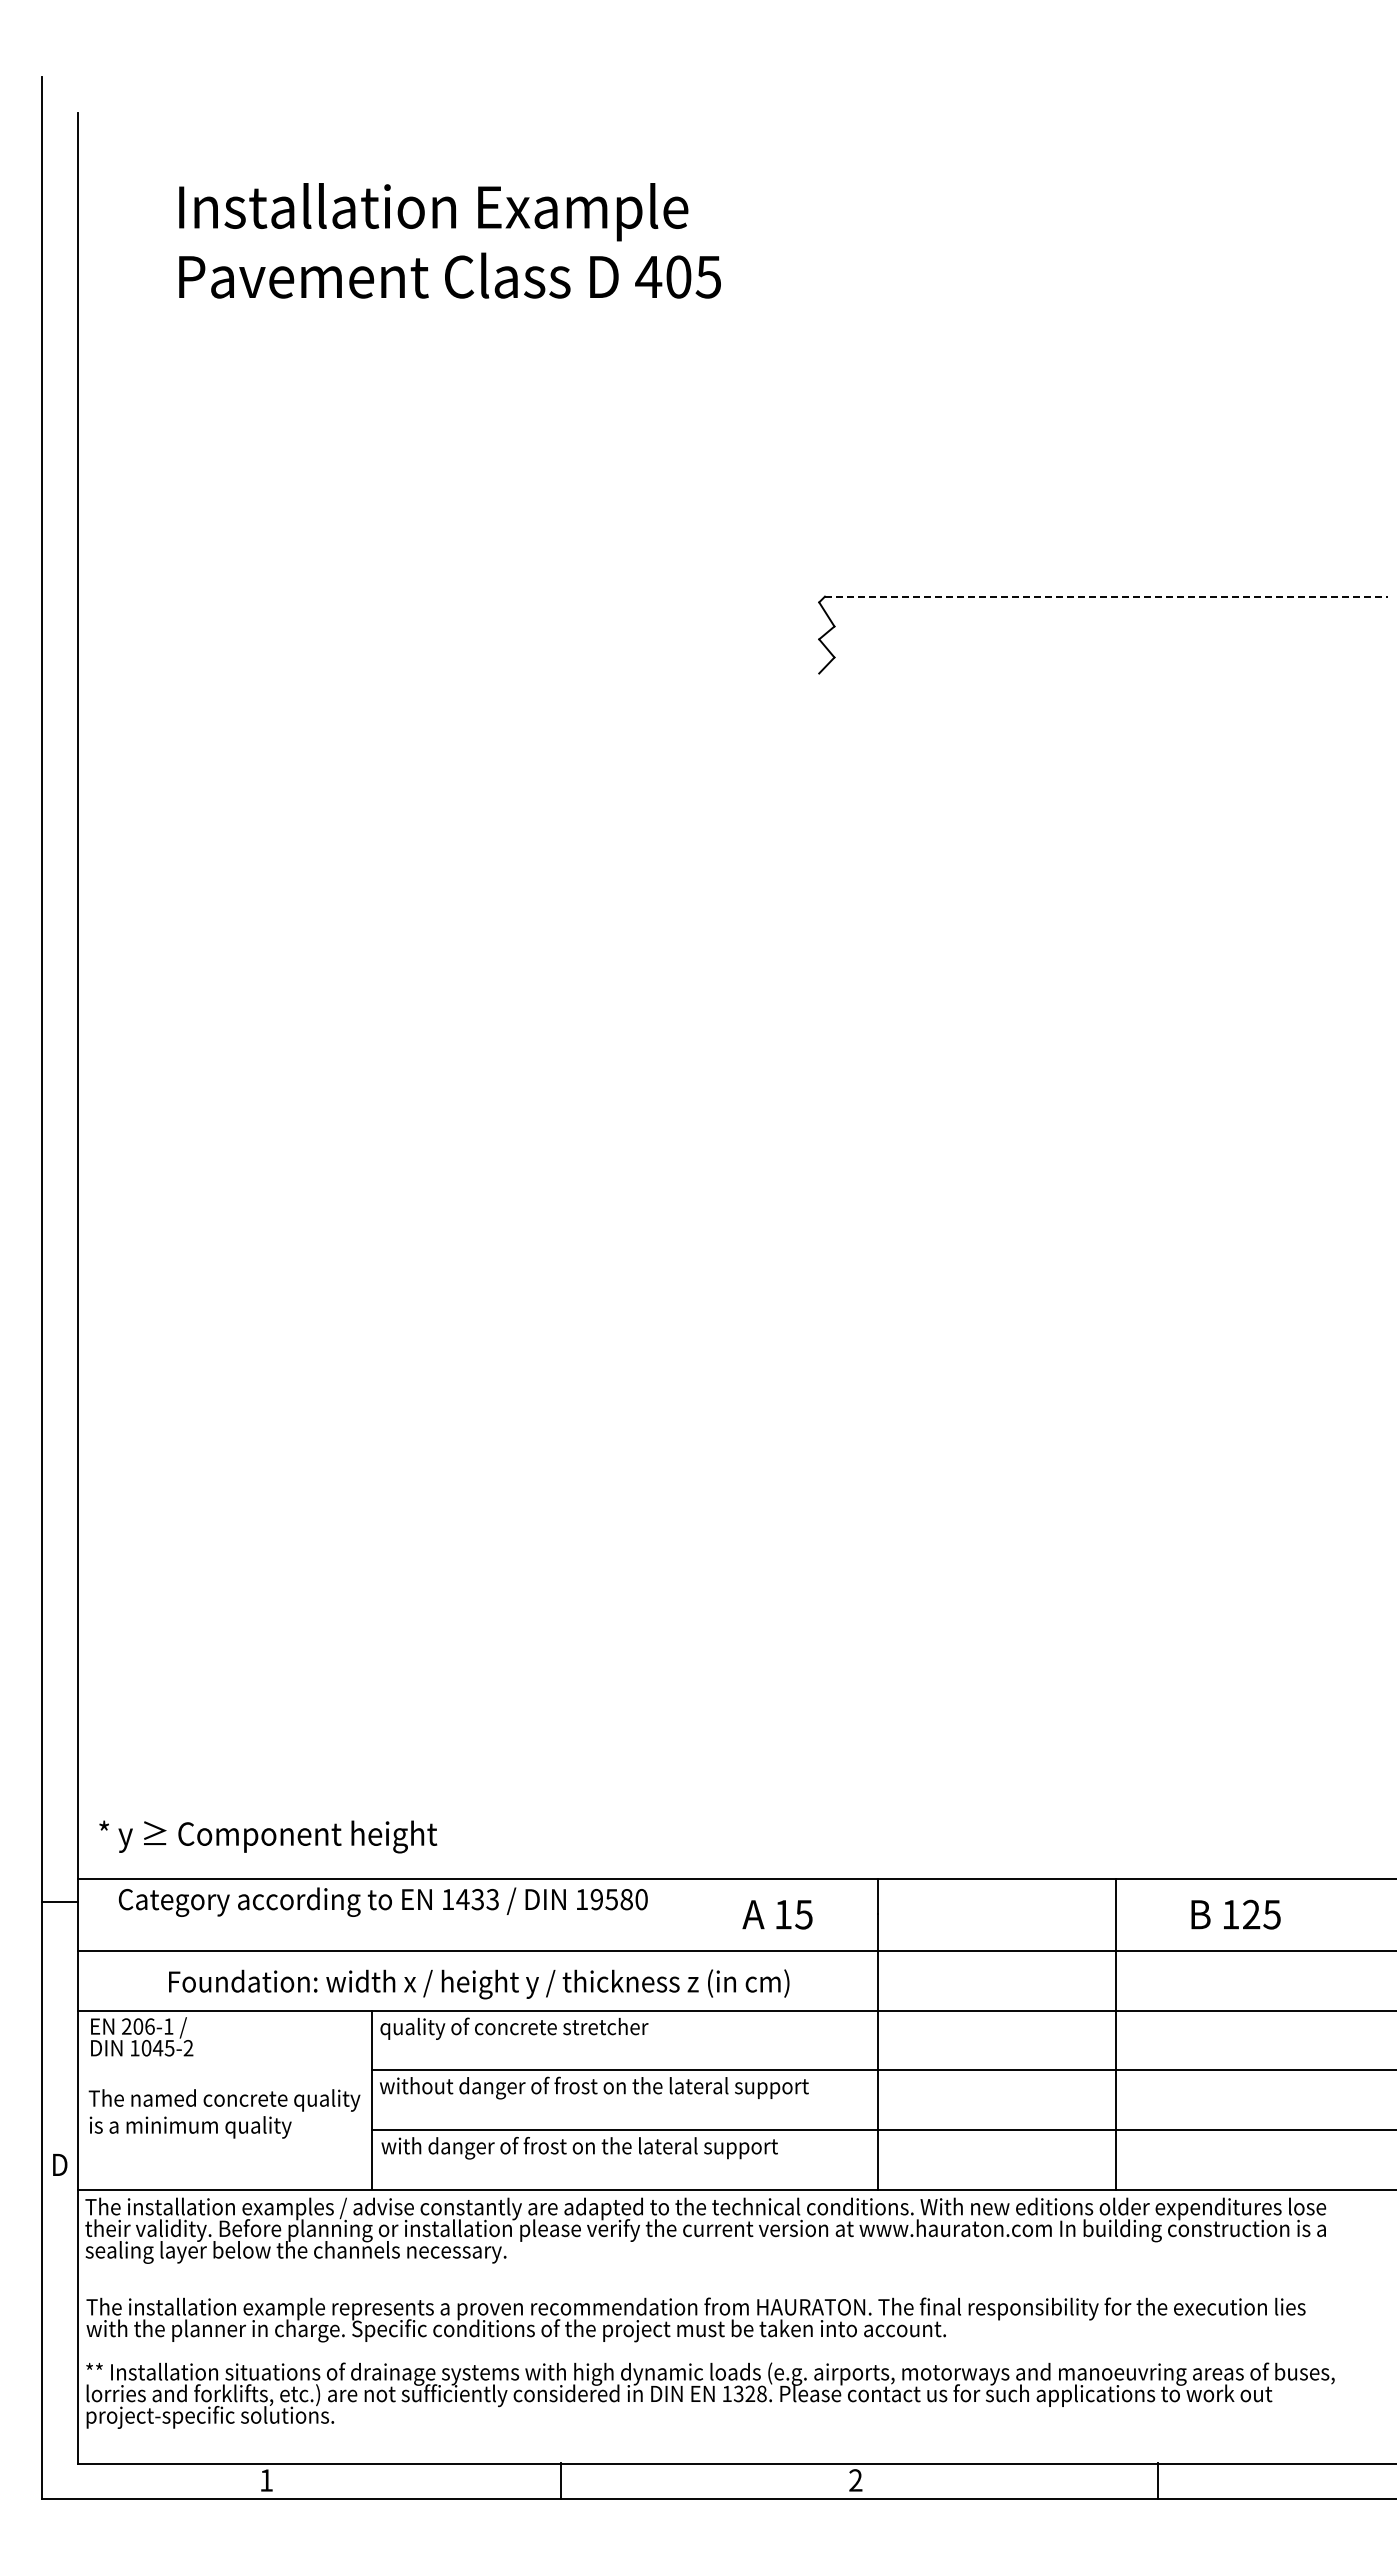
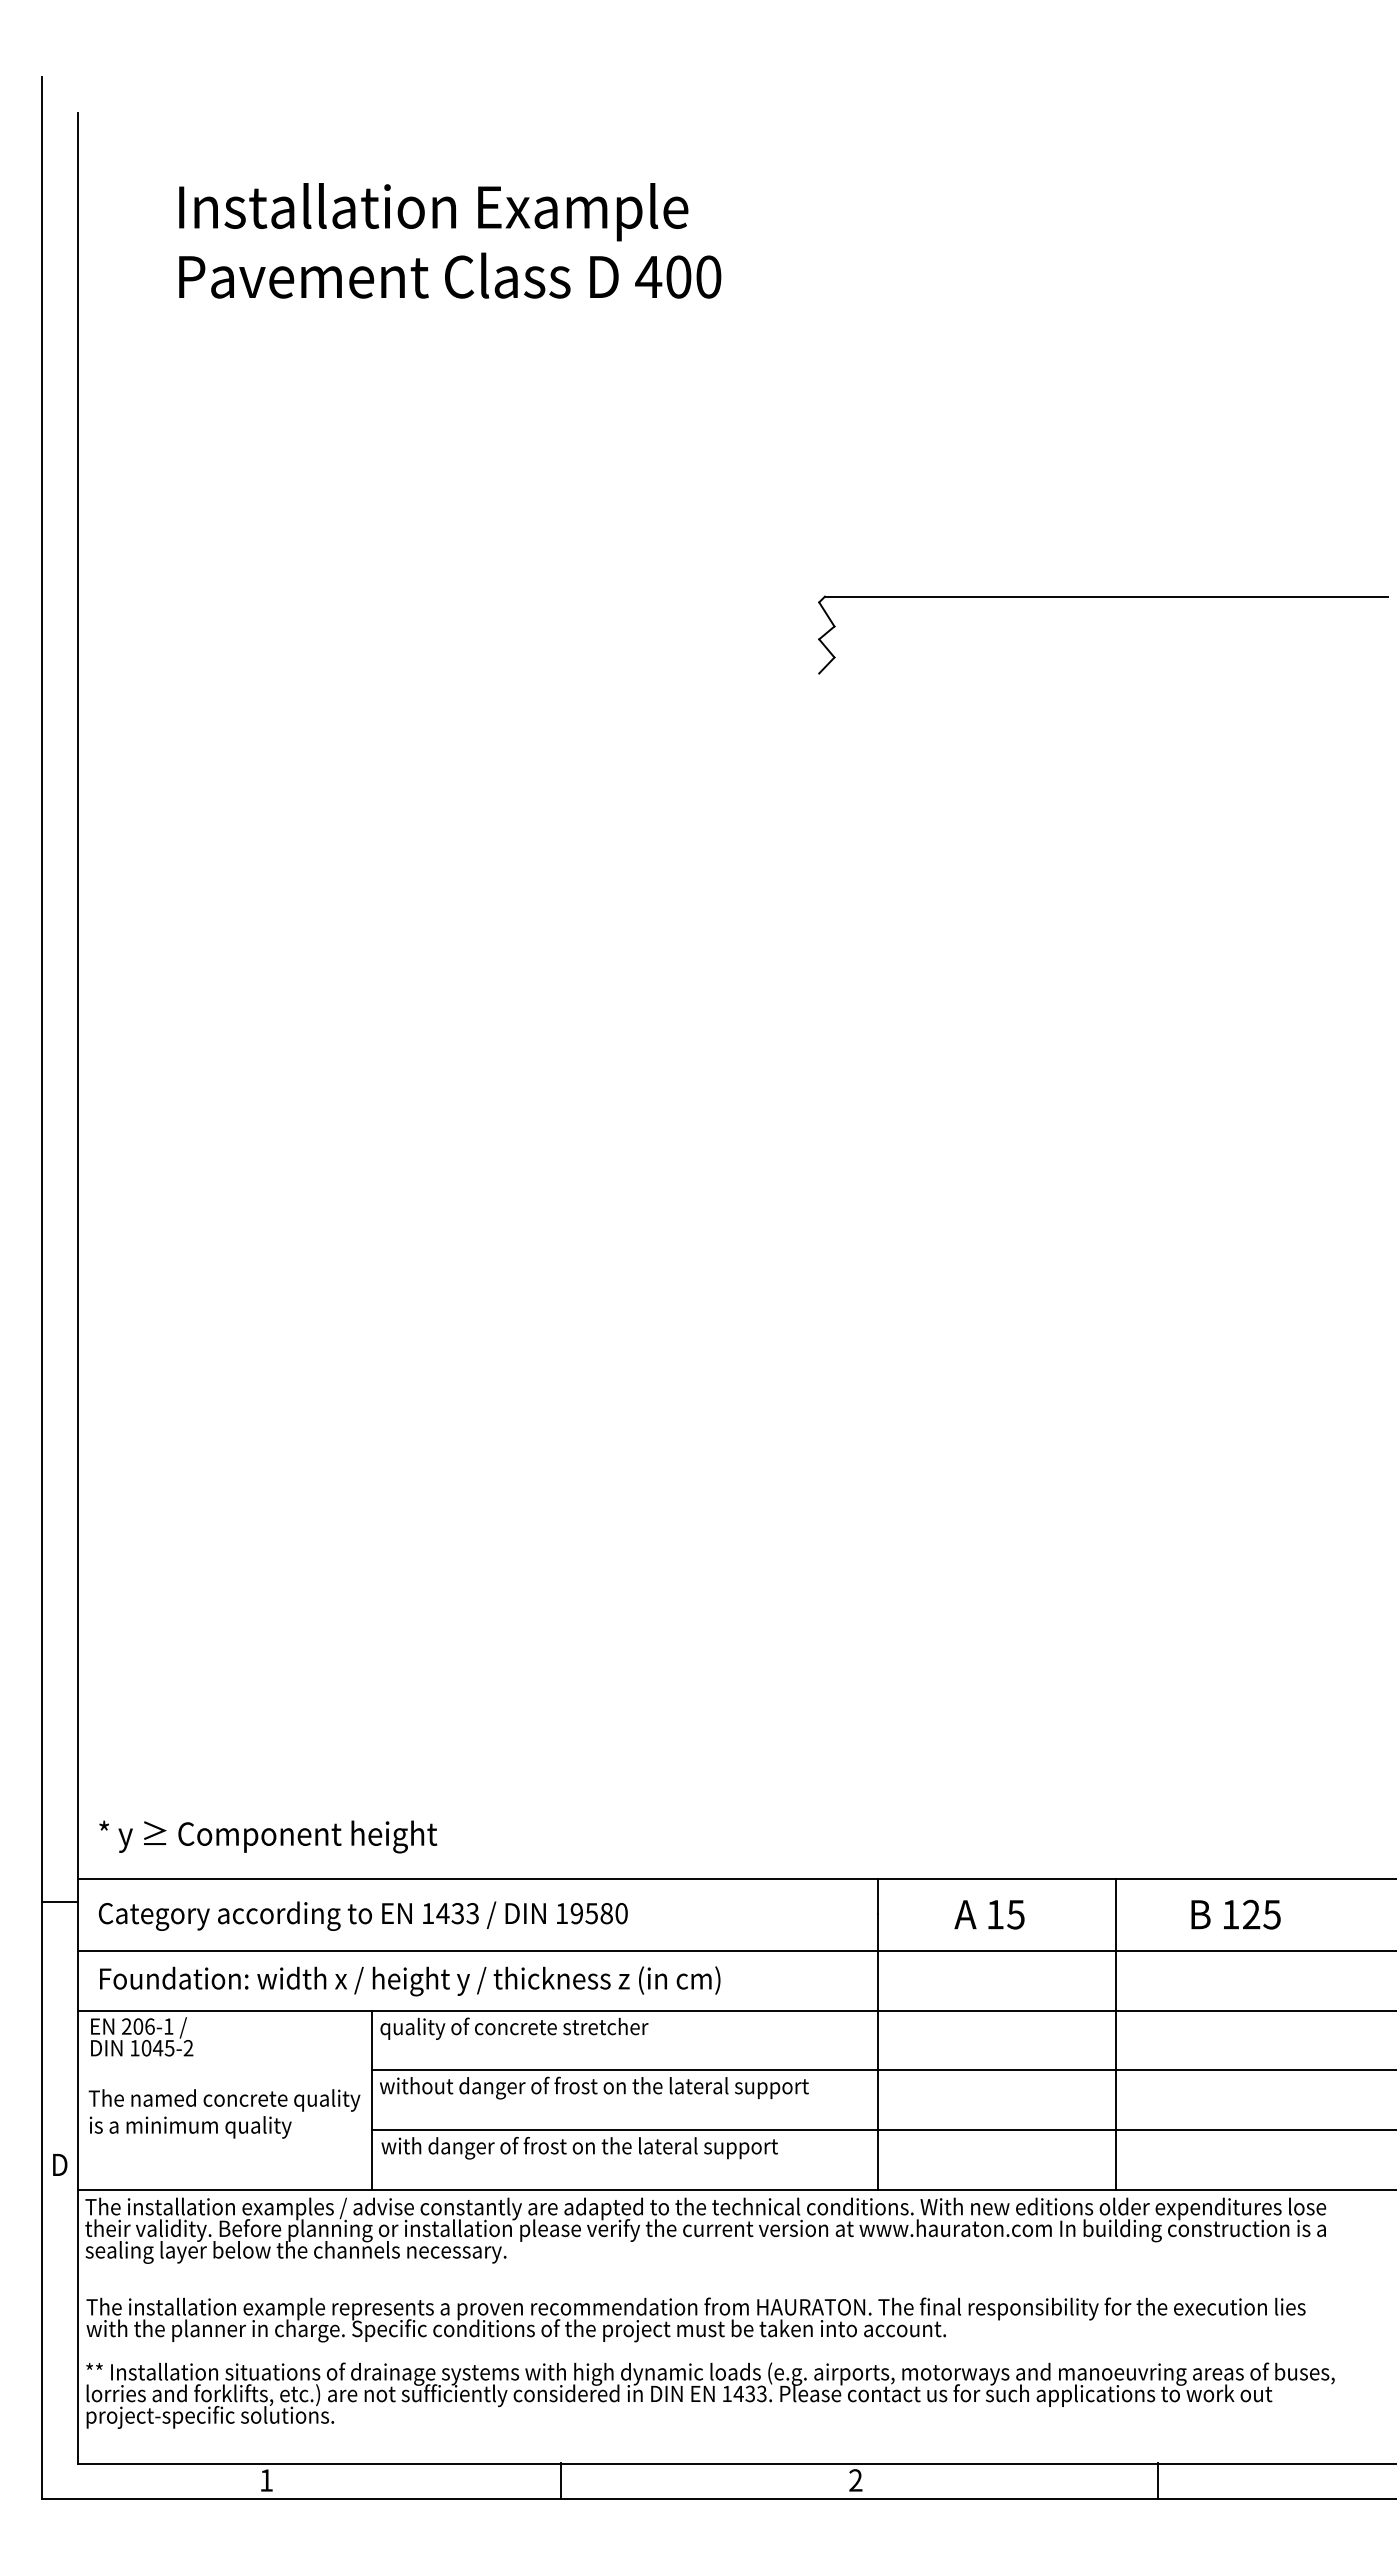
text at (708, 276): 405 -> 400
line at (1106, 596): dashed -> solid
text at (382, 1901) position: (382, 1901) -> (362, 1915)
text at (777, 1914) position: (777, 1914) -> (989, 1914)
text at (479, 1984) position: (479, 1984) -> (410, 1981)
text at (749, 2393): 1328. -> 1433.
